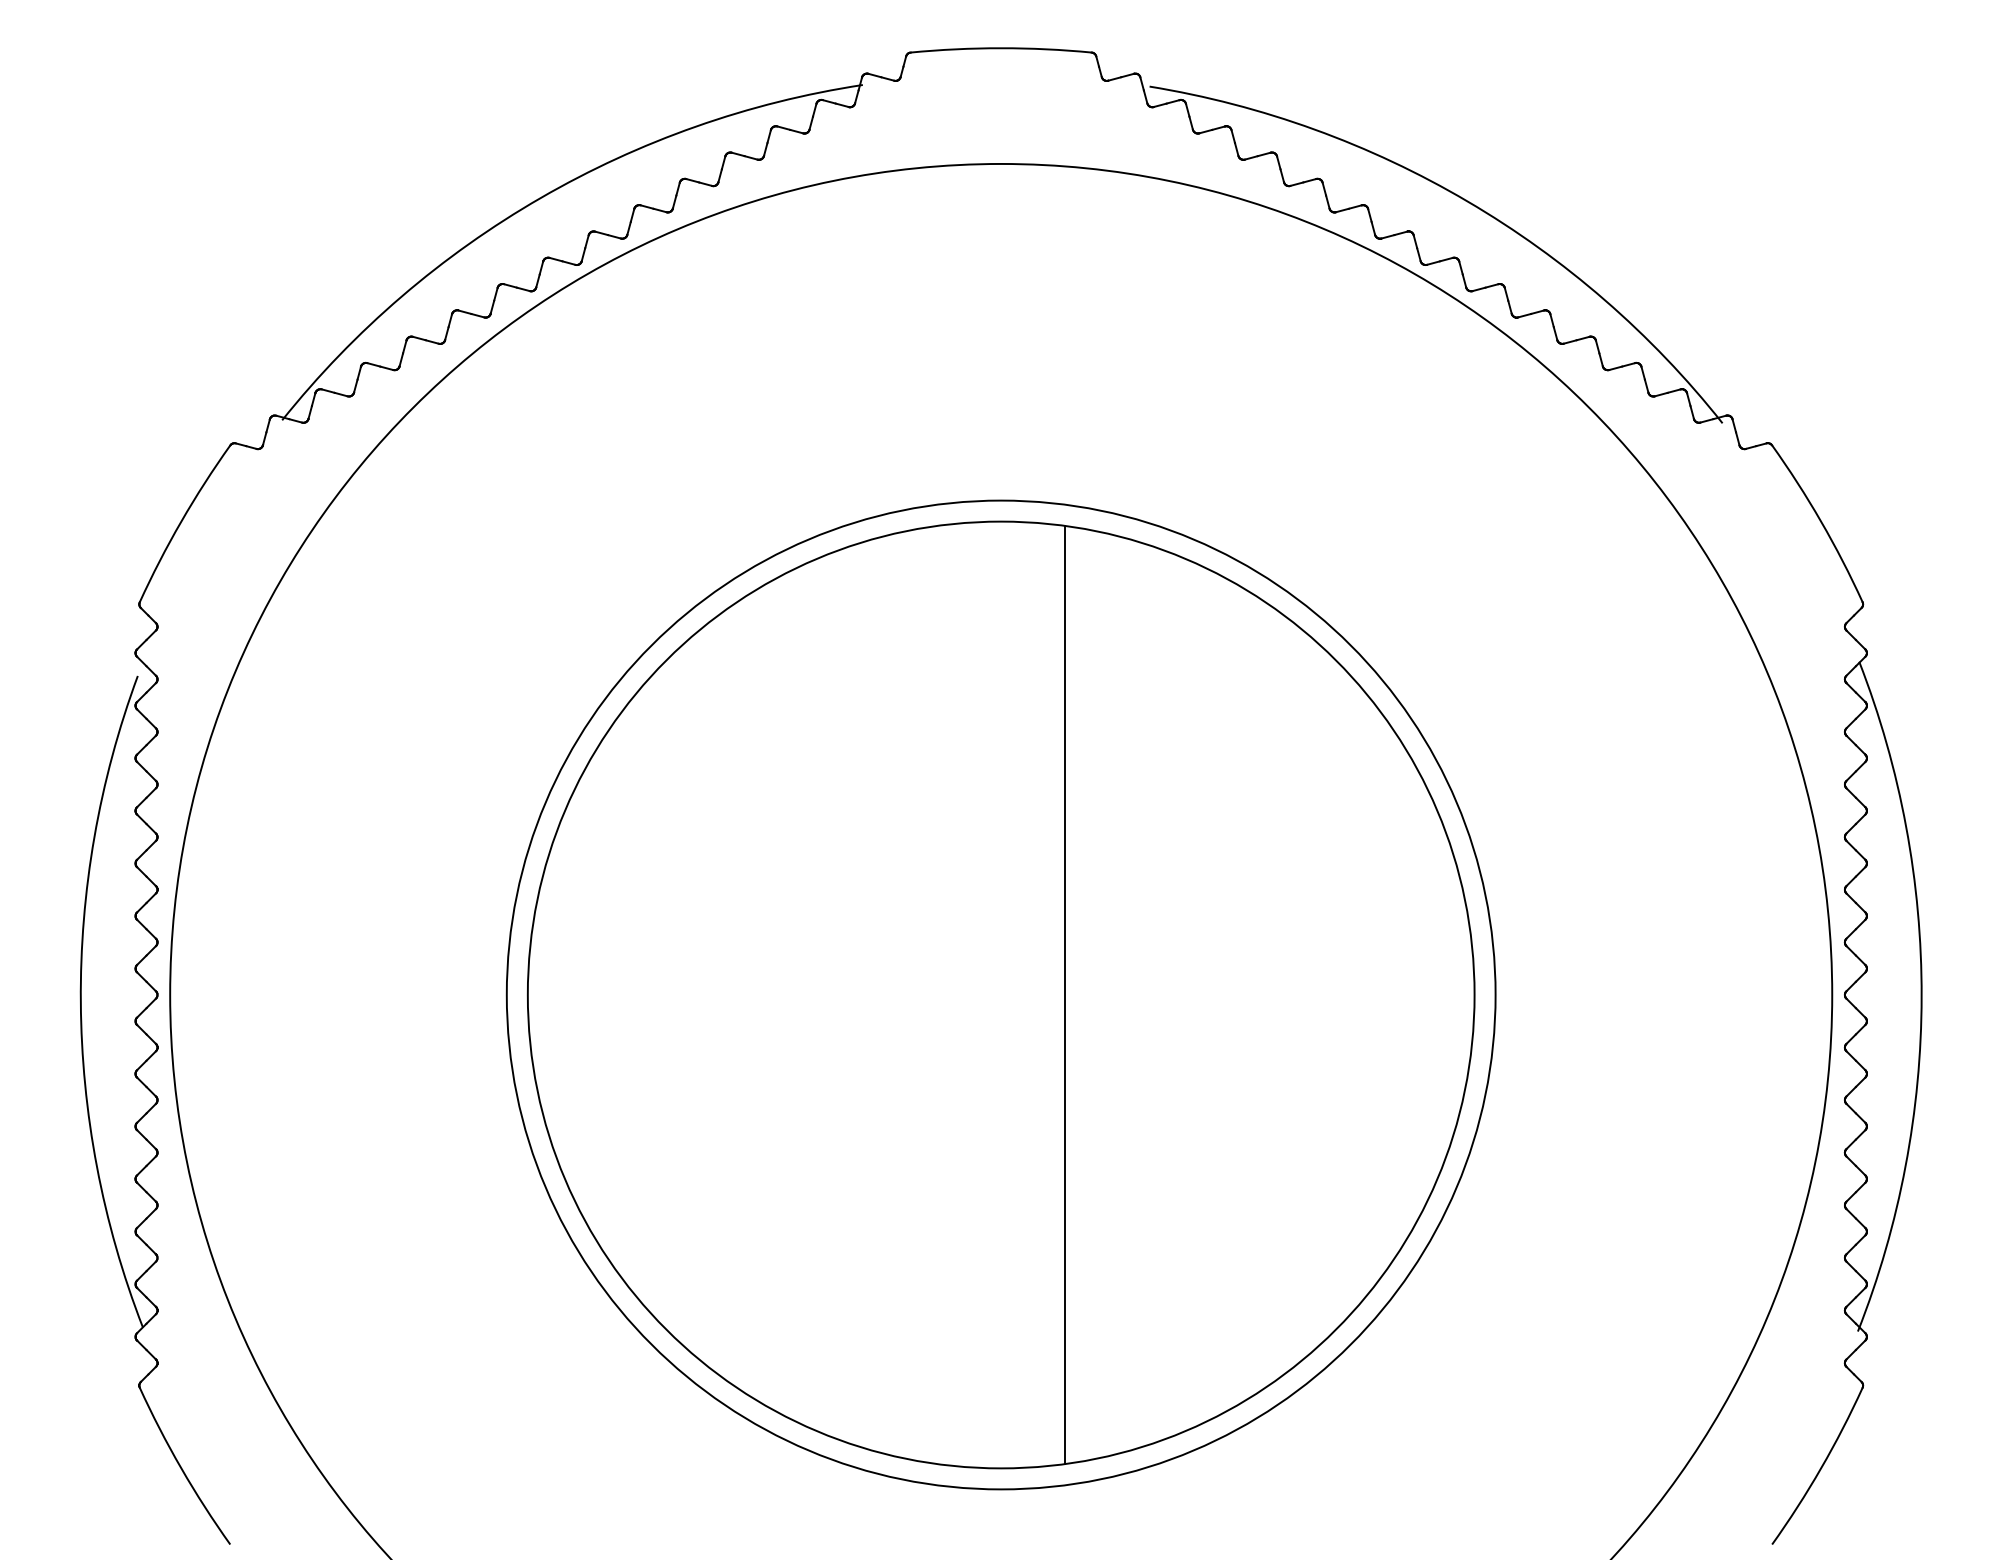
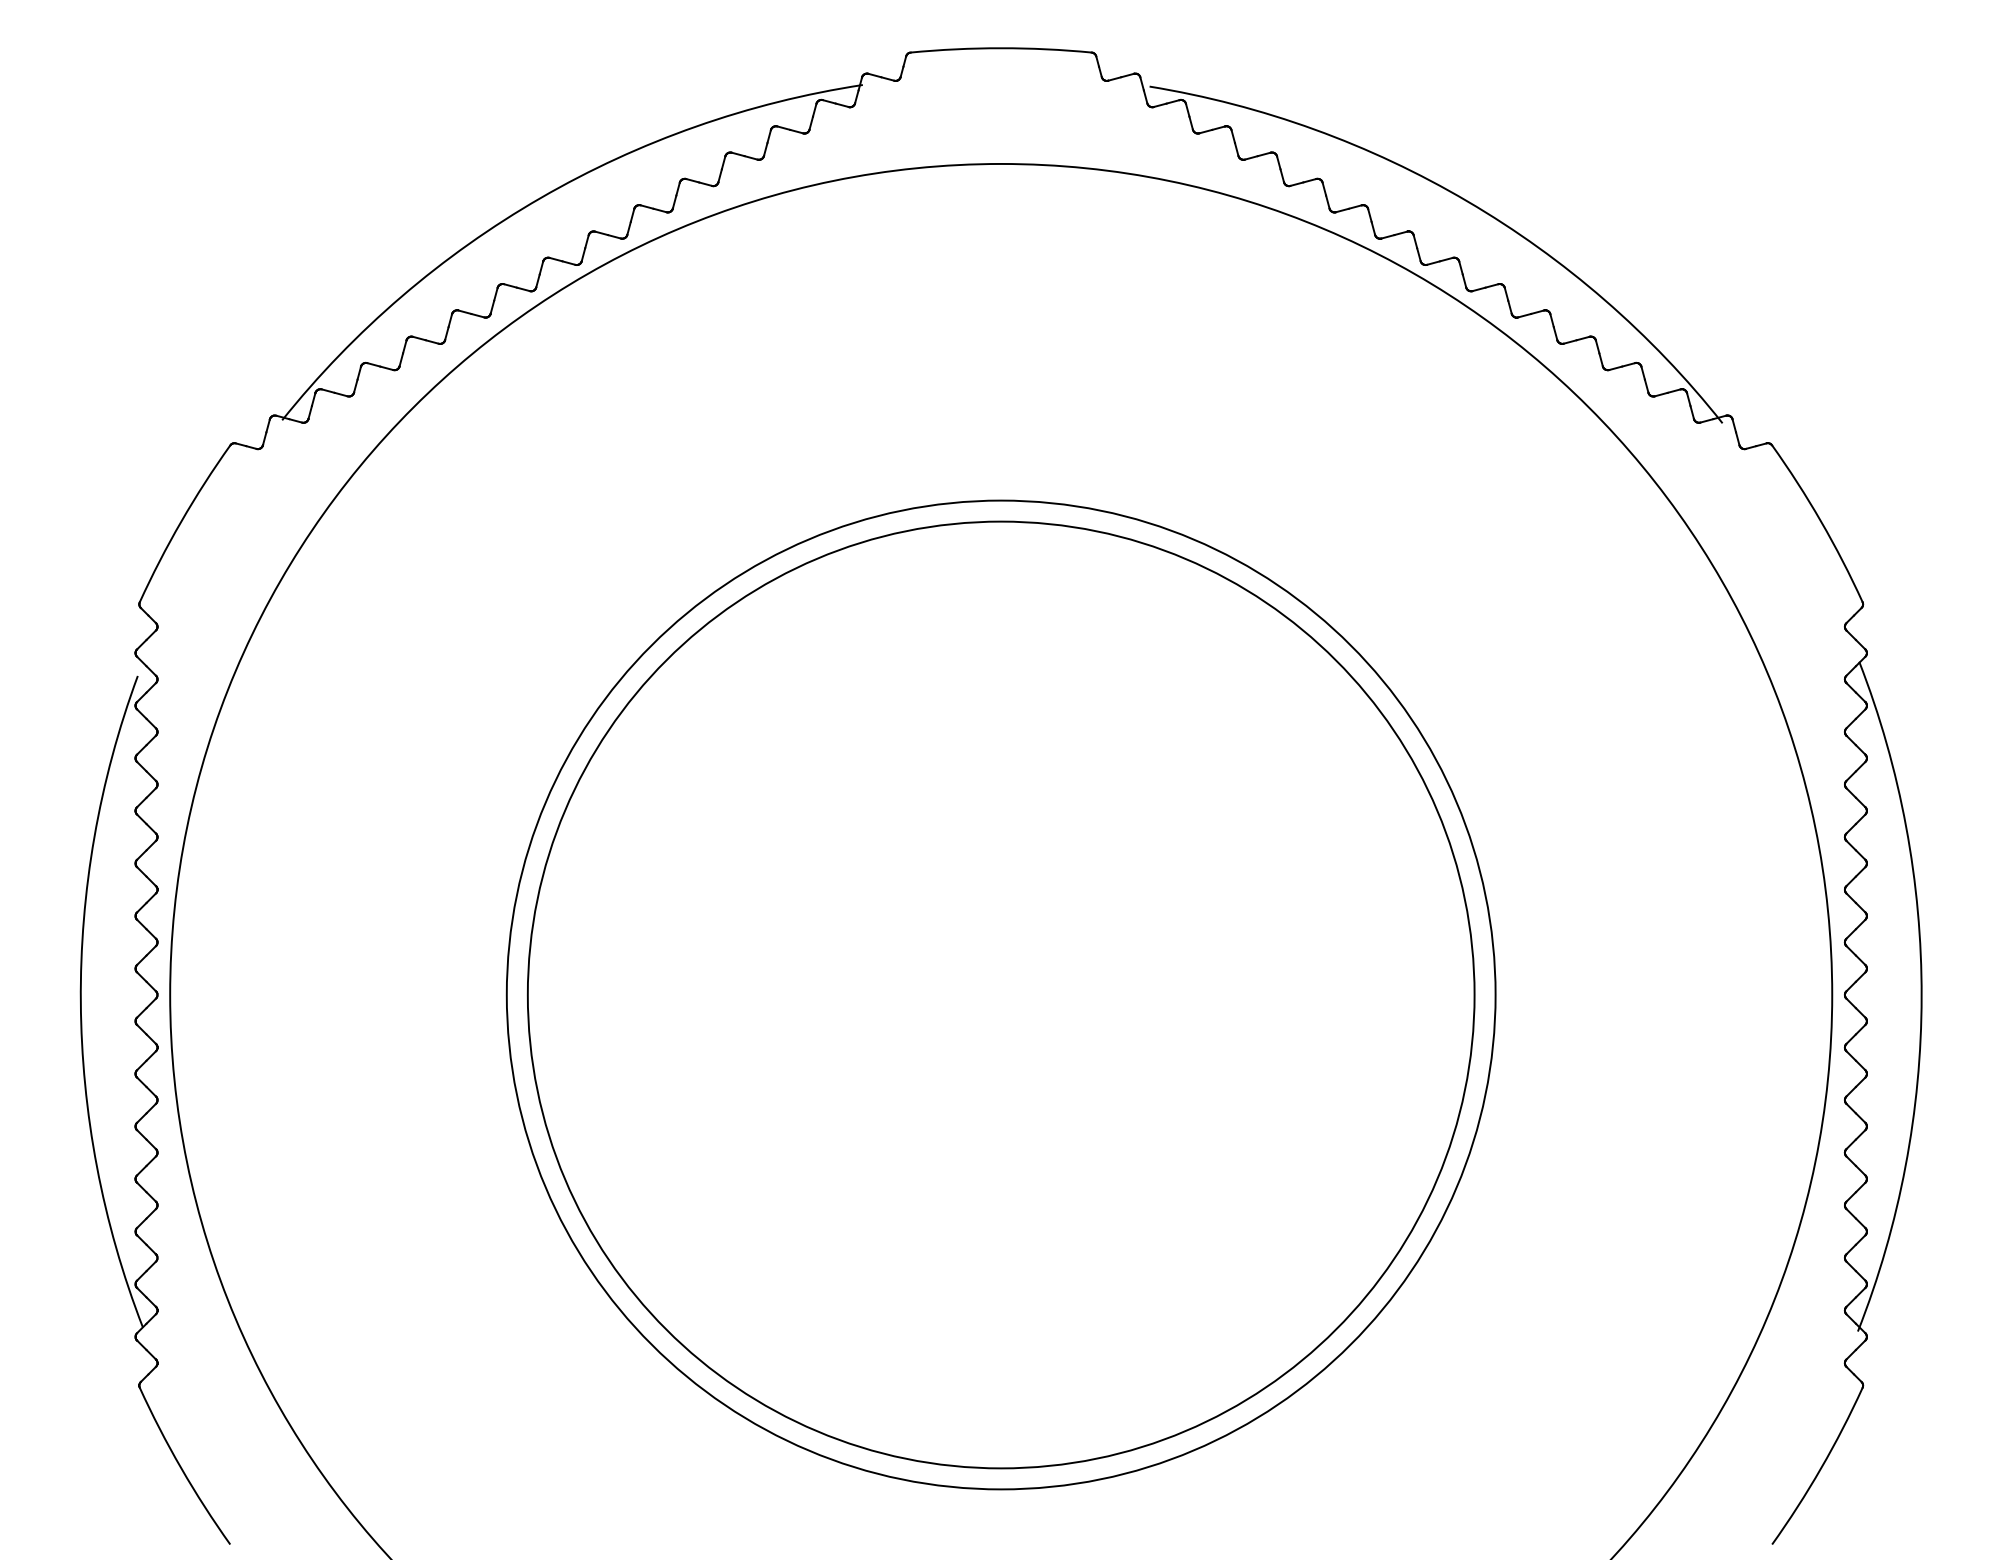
line at (1064, 994): present -> none
